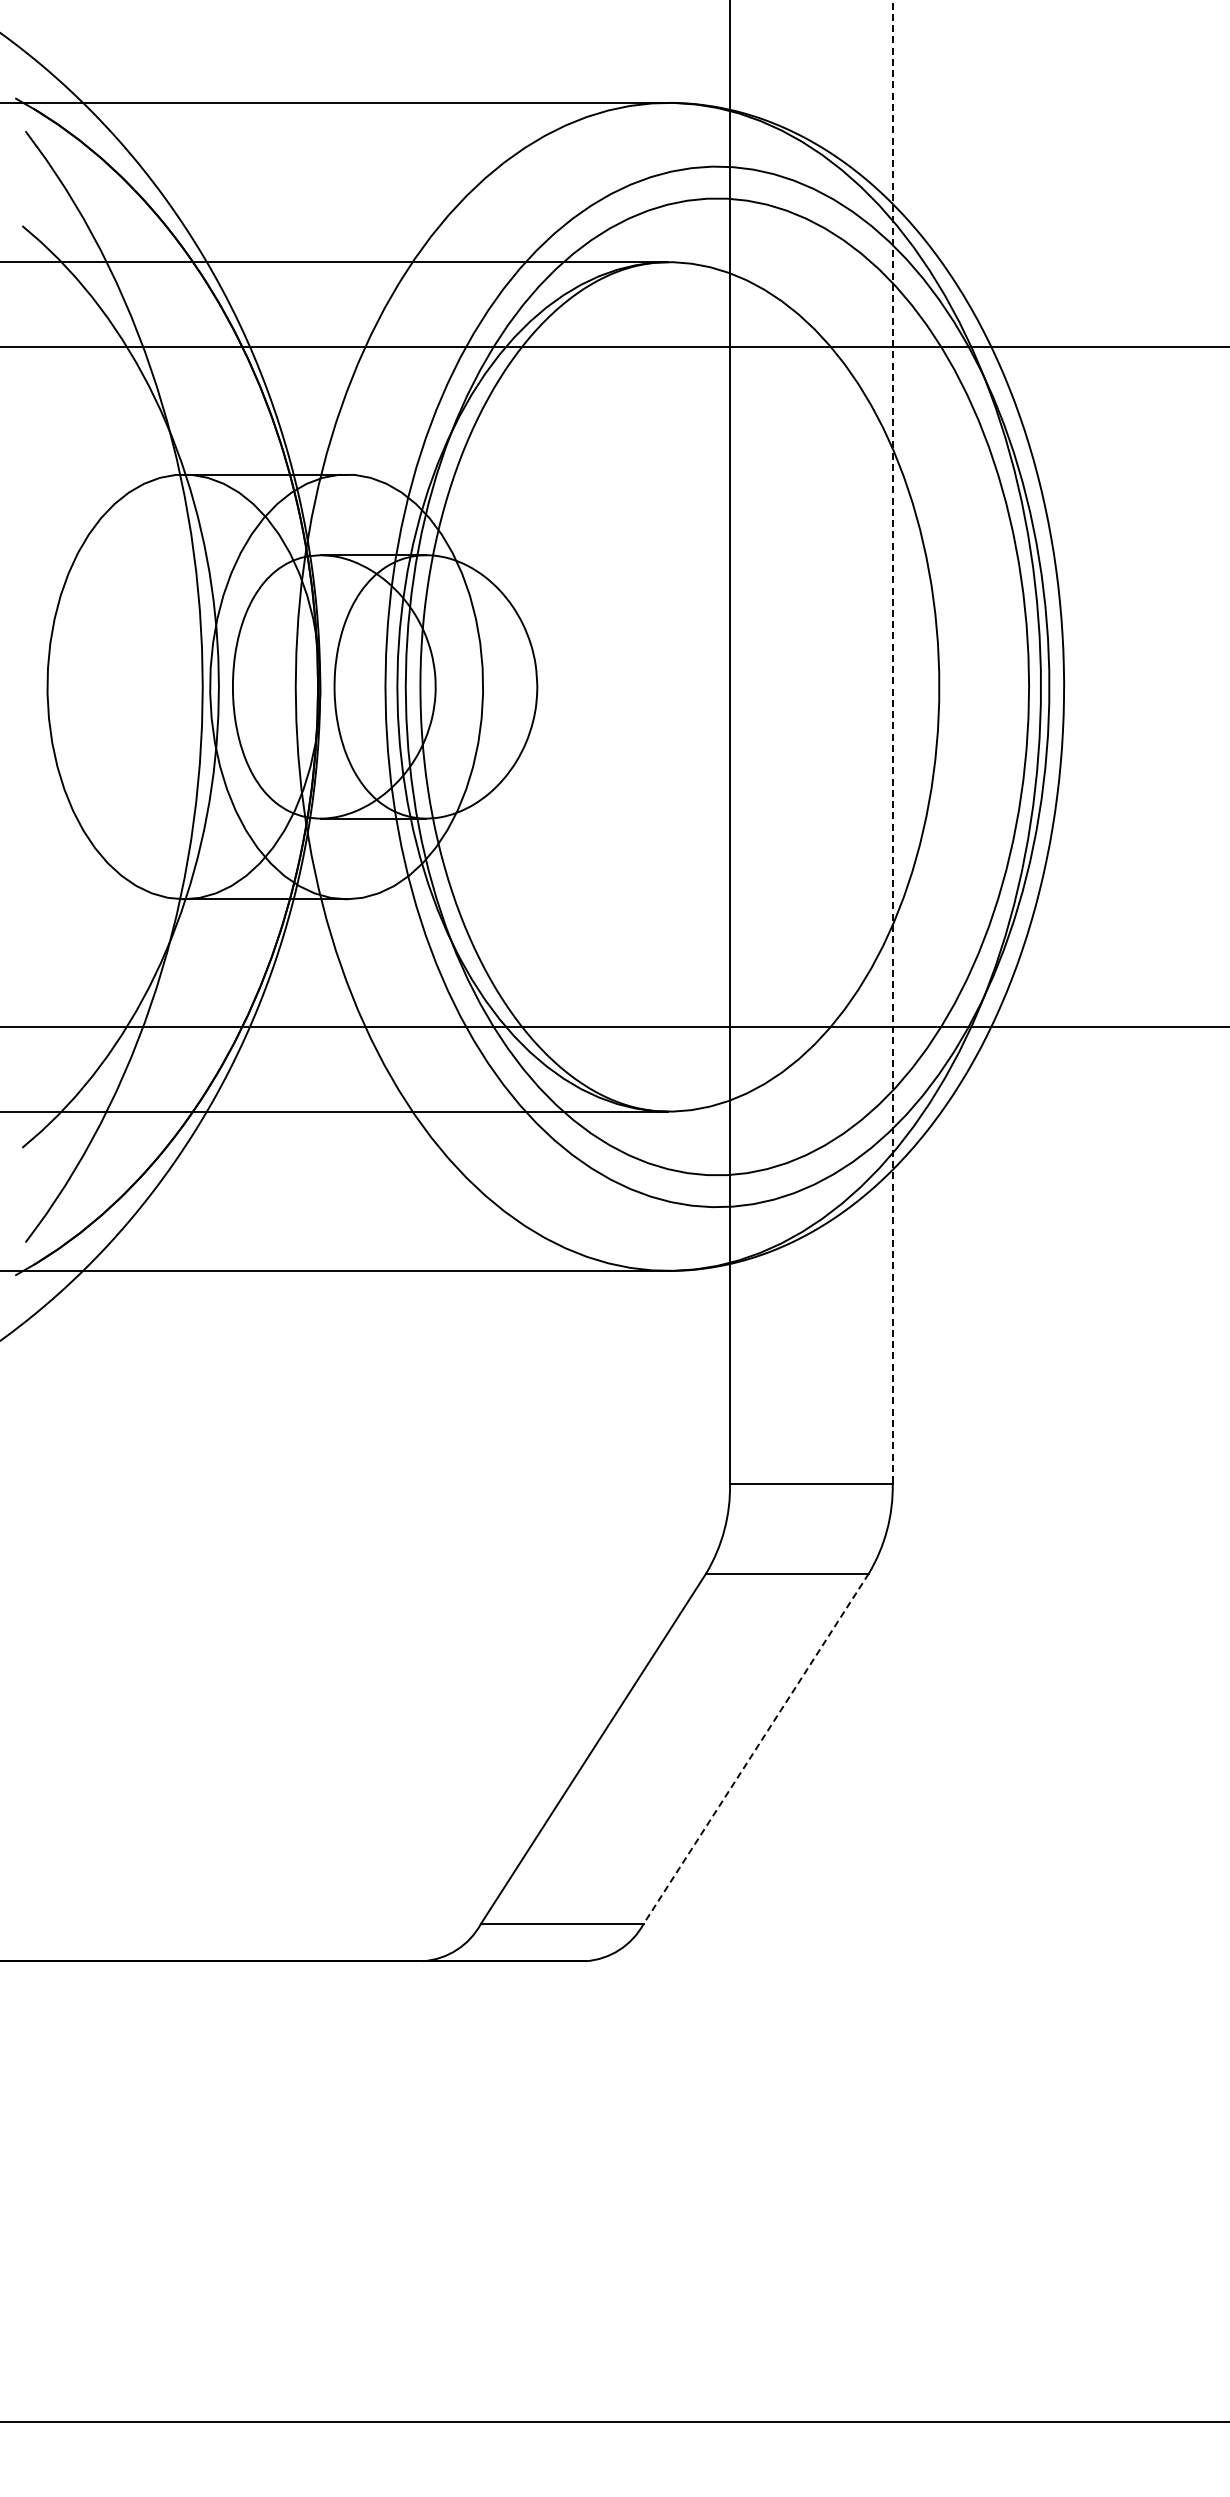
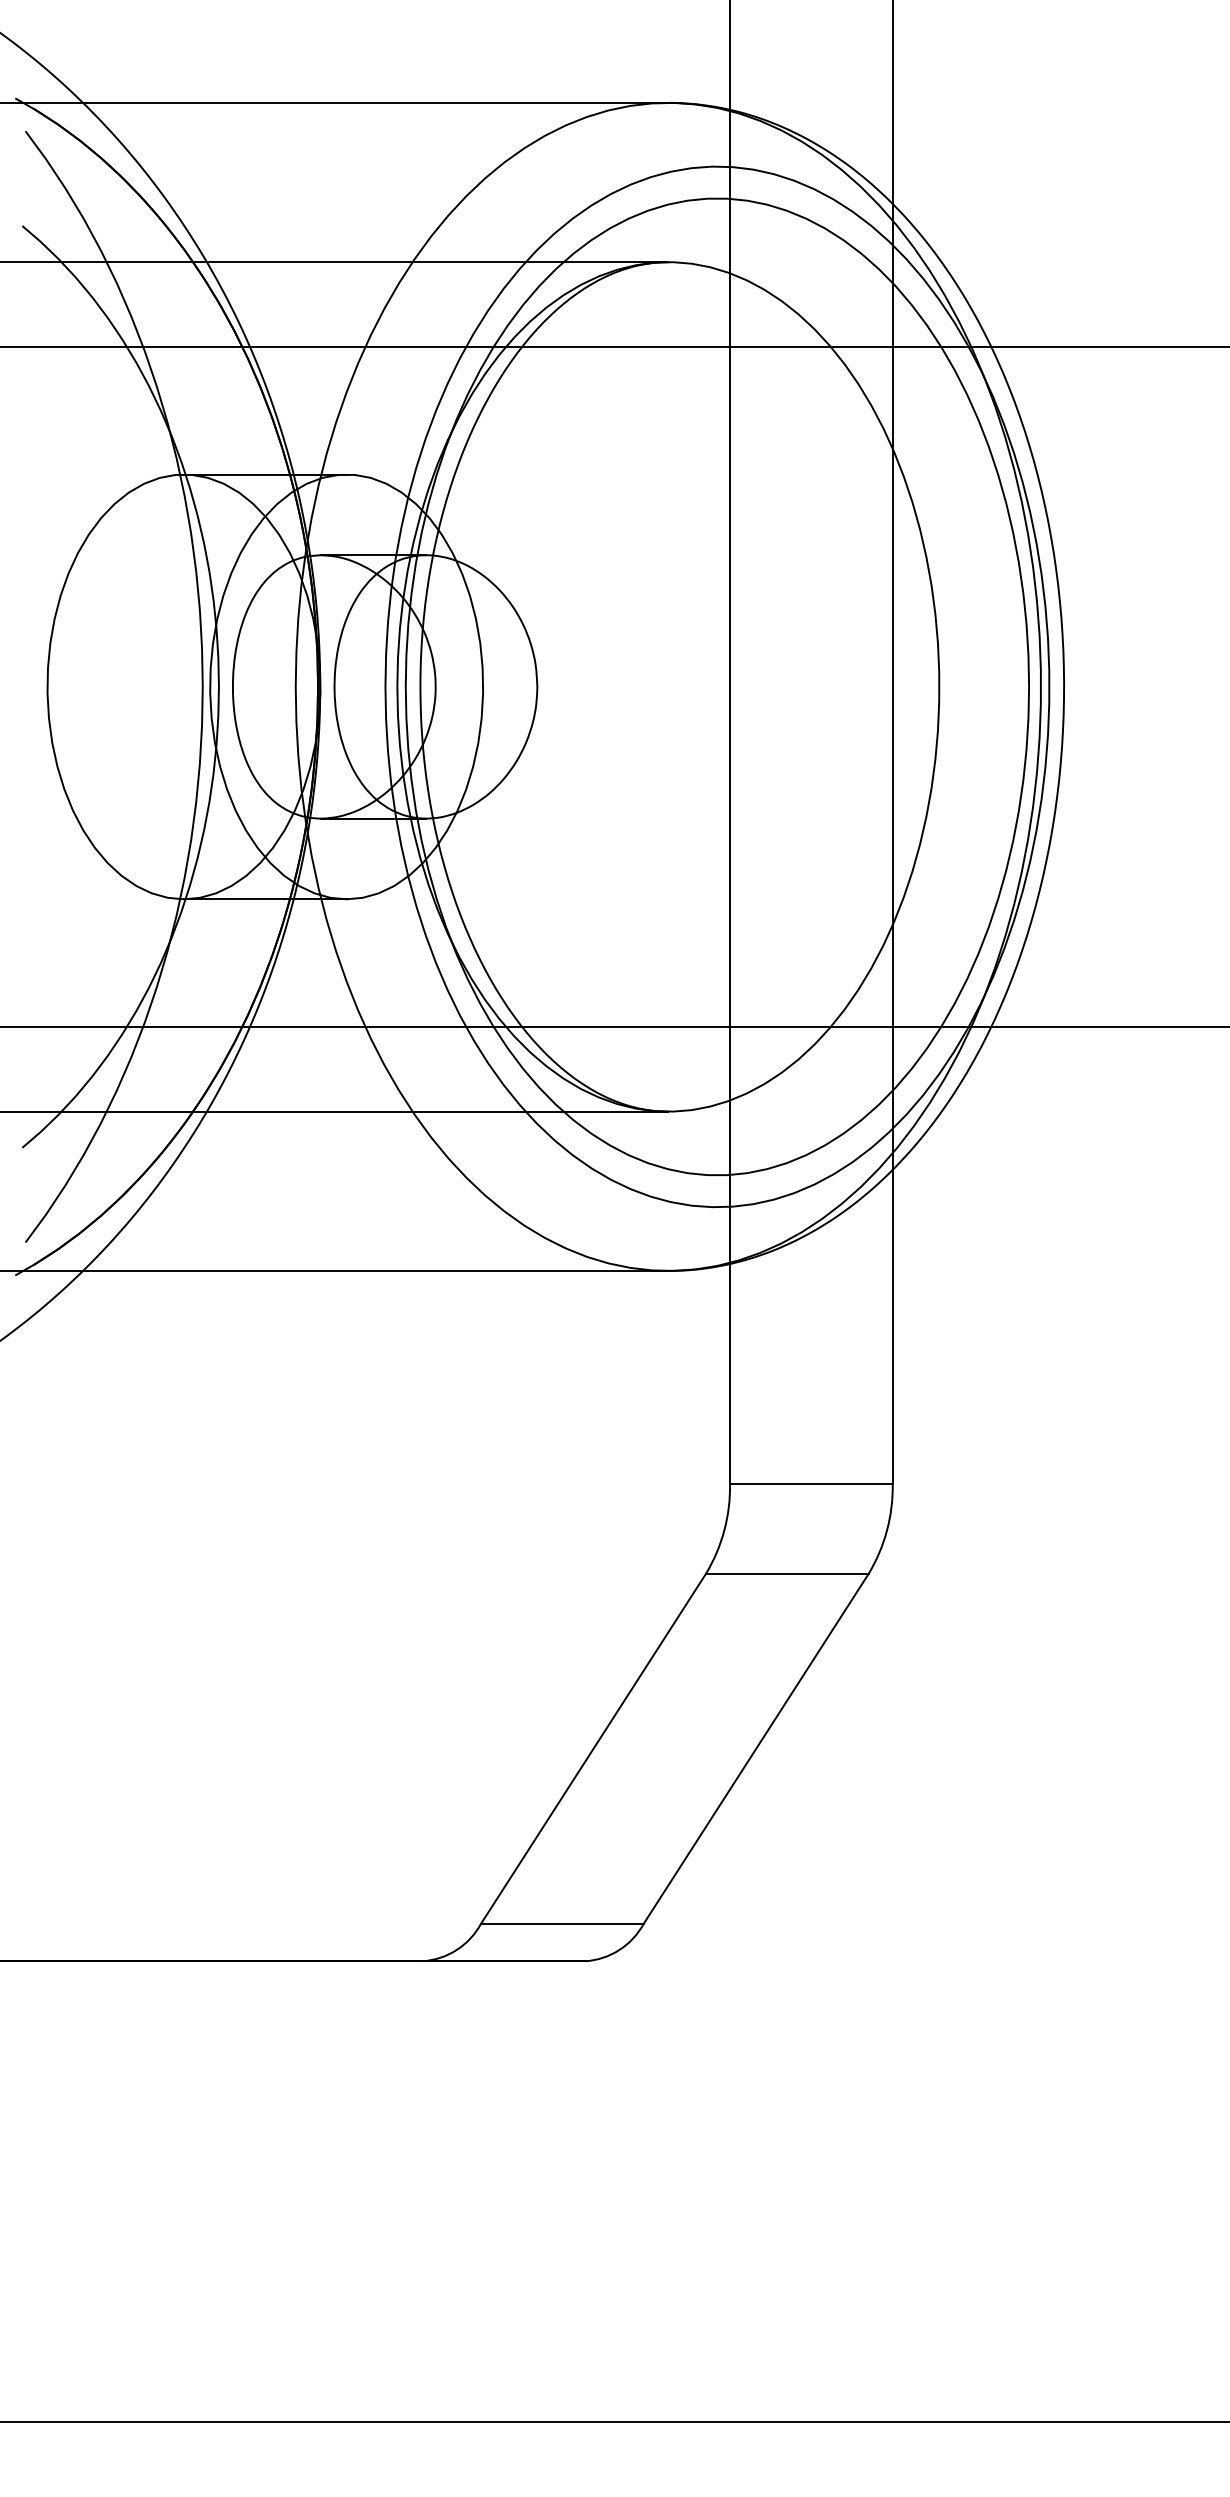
line at (892, 741): dashed -> solid
line at (755, 1749): dashed -> solid
